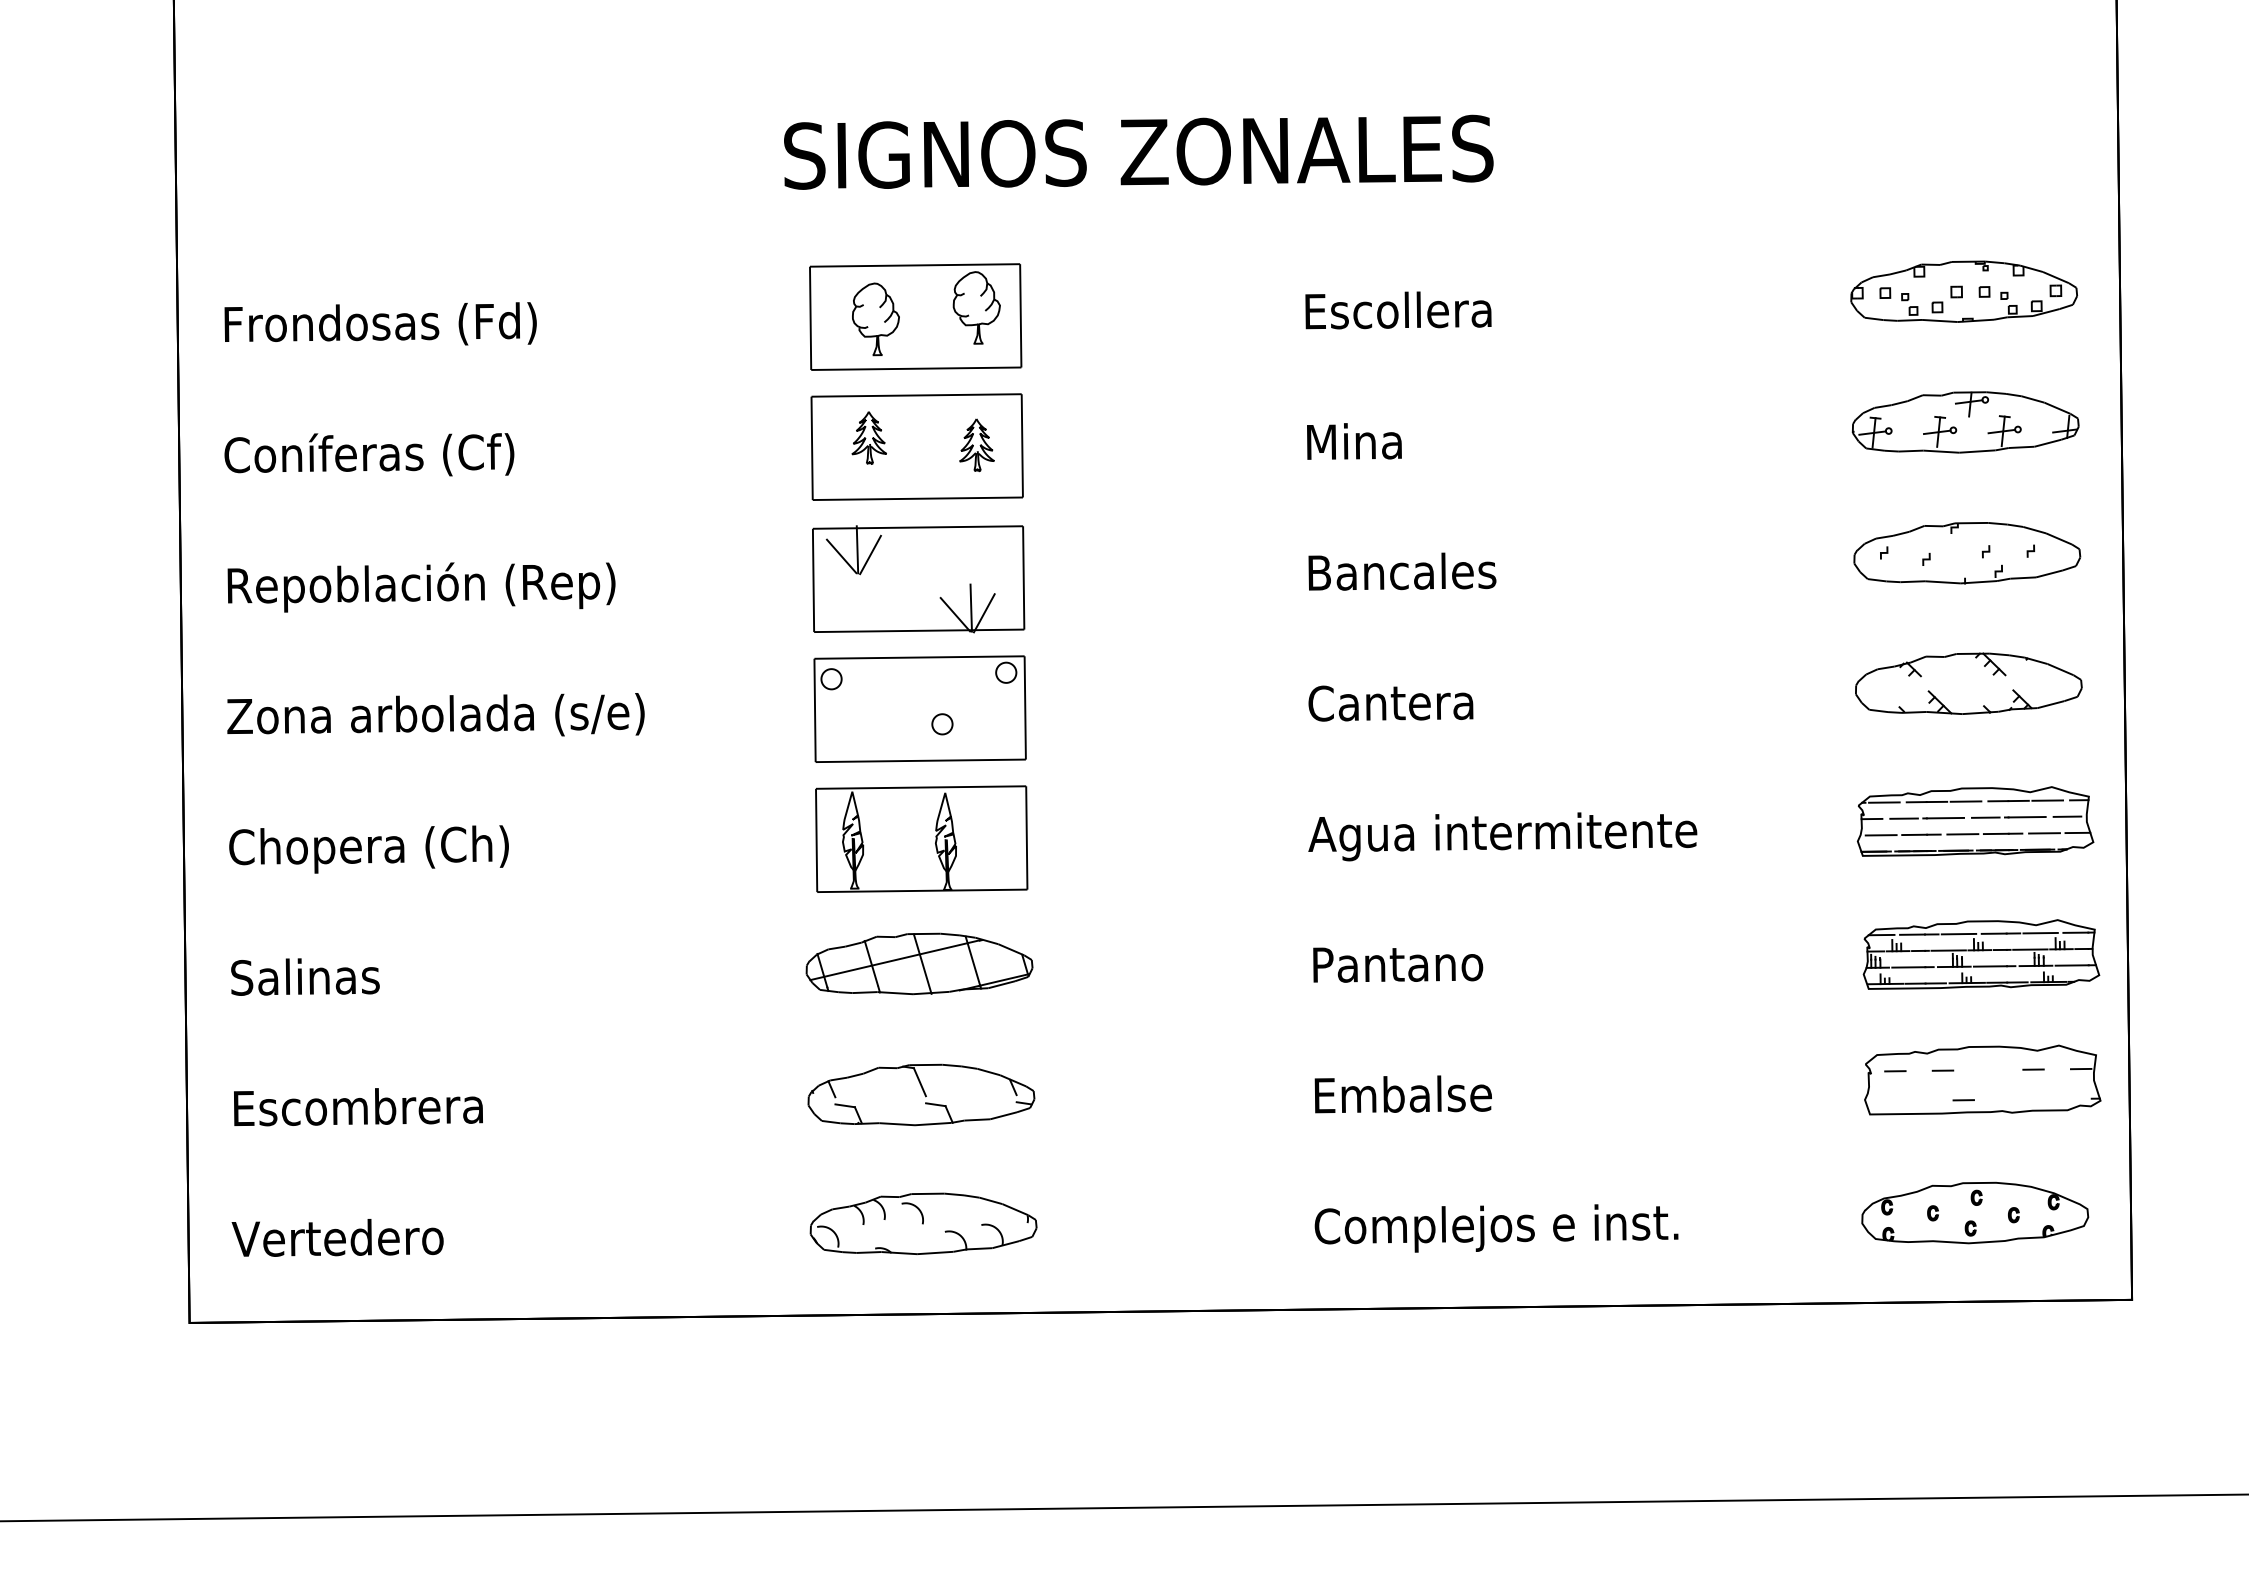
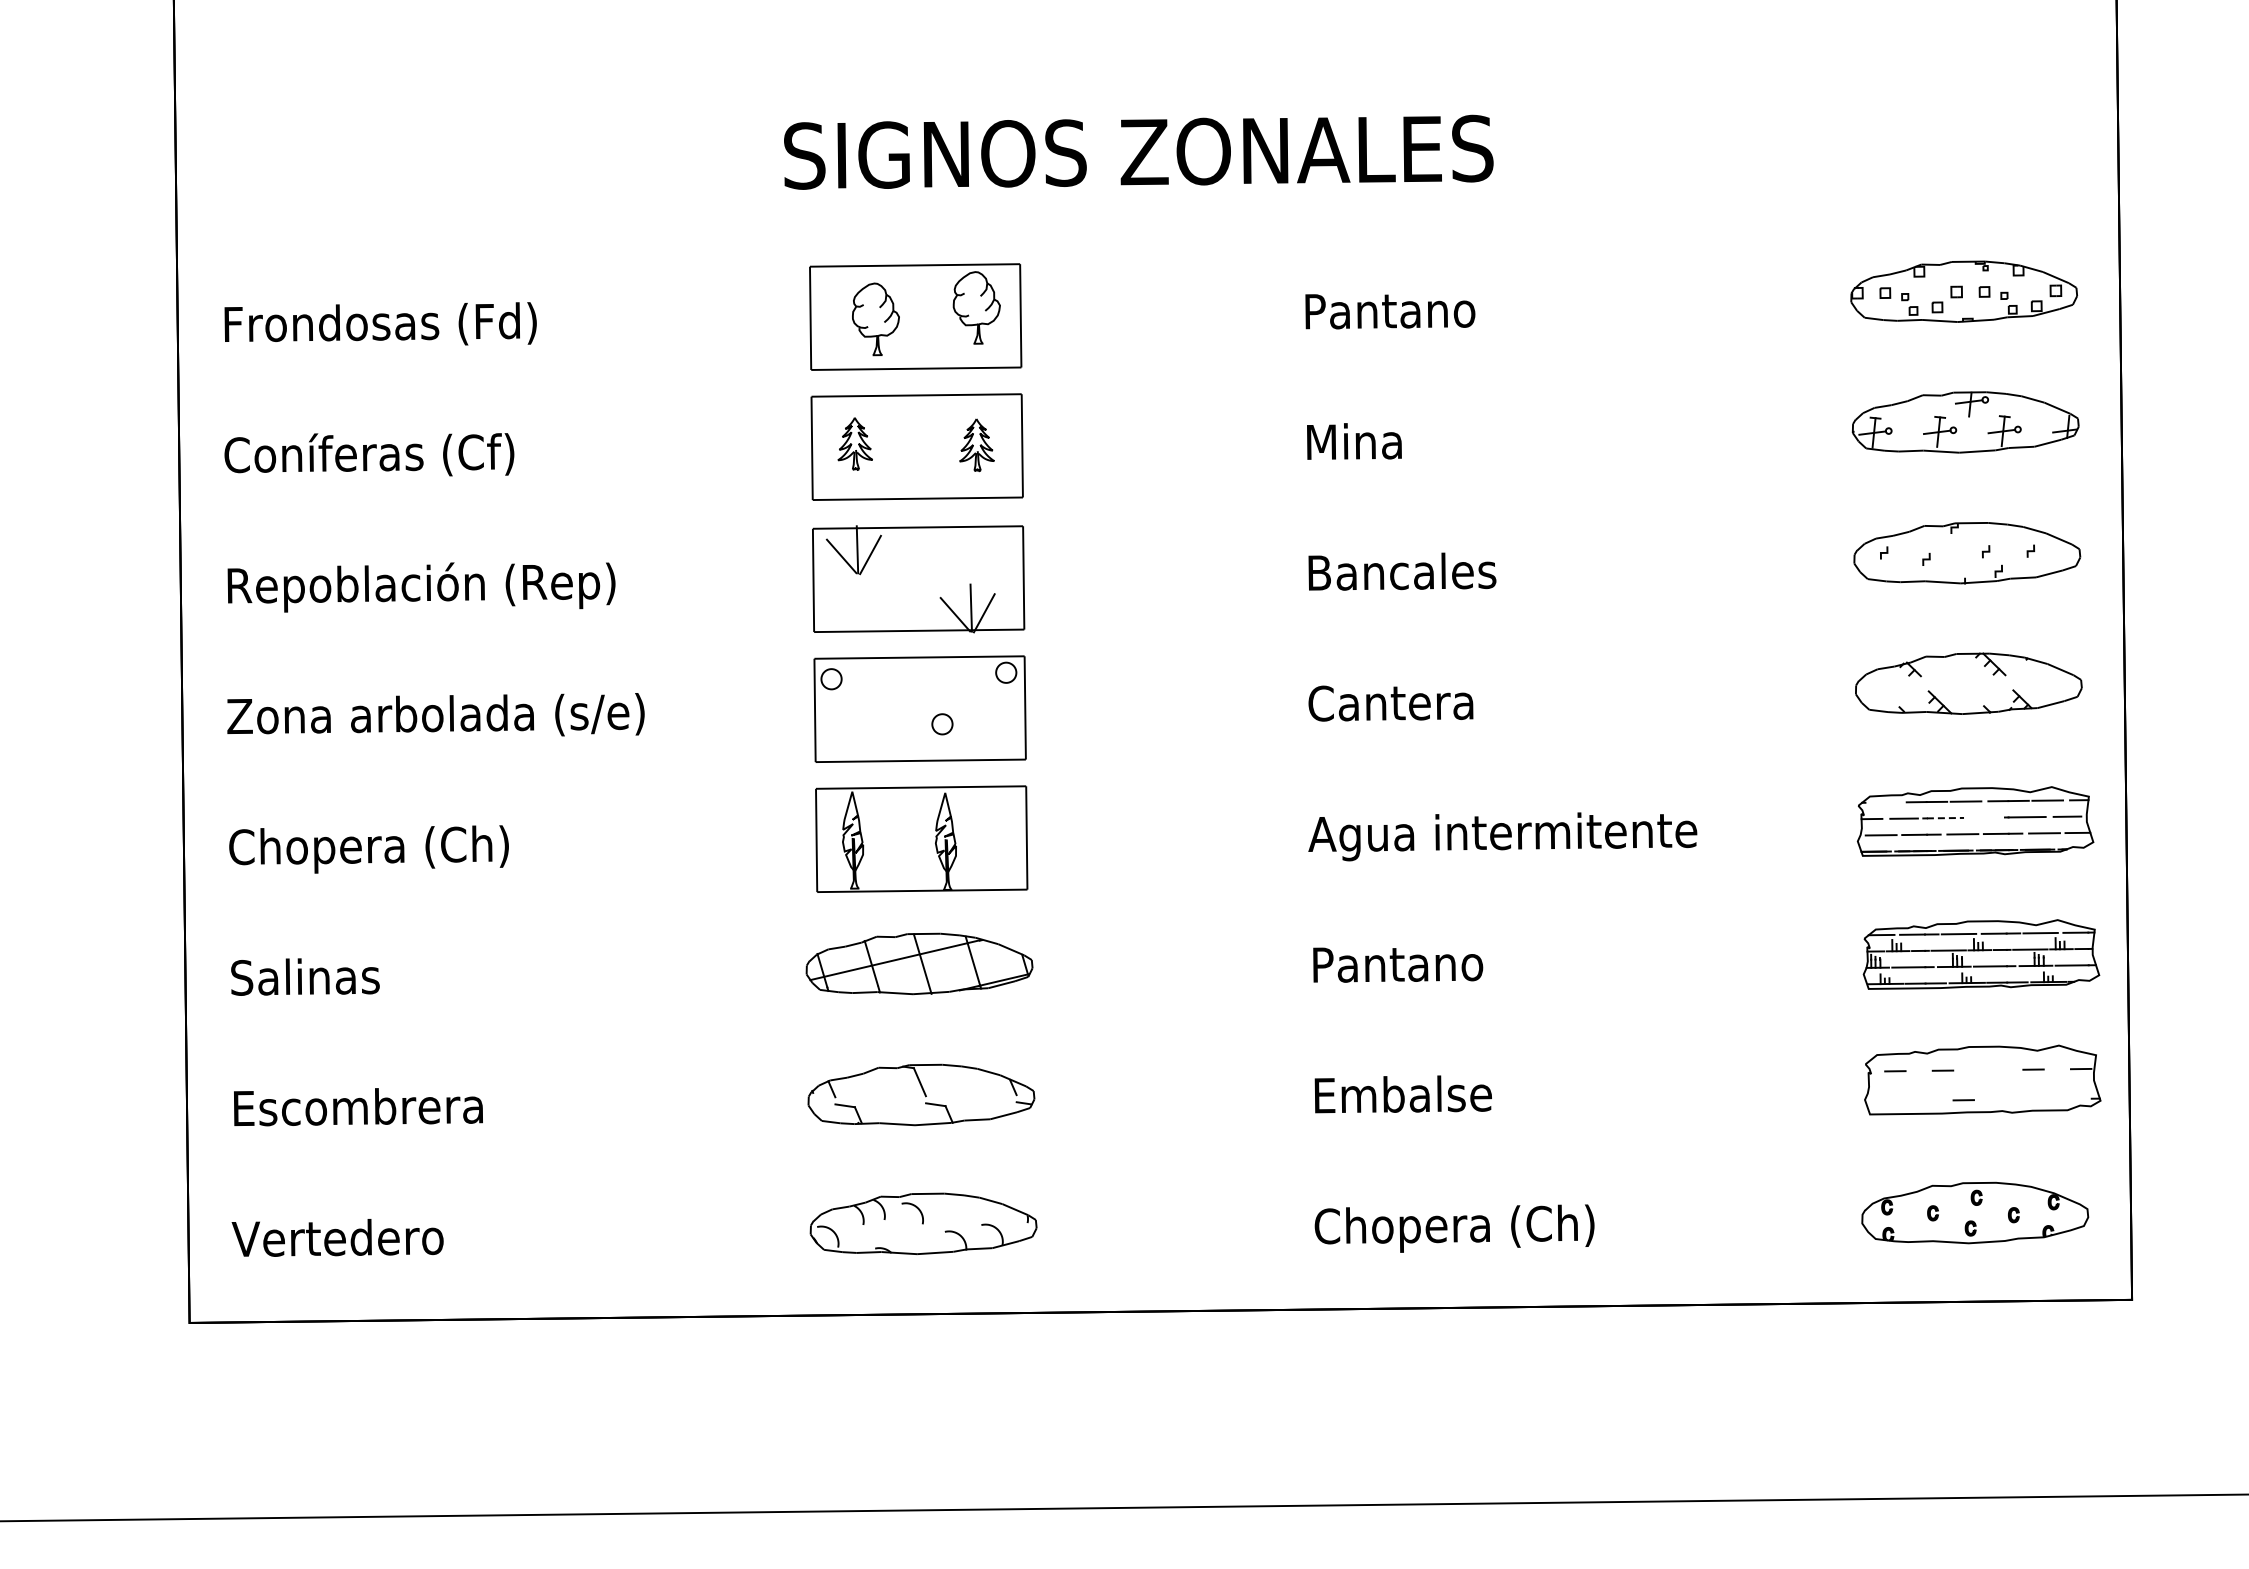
text at (1400, 310): Escollera -> Pantano
part at (868, 437) position: (868, 437) -> (854, 443)
line at (1884, 802): present -> none
line at (1985, 817): present -> none
line at (1945, 818): solid -> dashed
text at (1511, 1228): Complejos e inst. -> Chopera (Ch)
